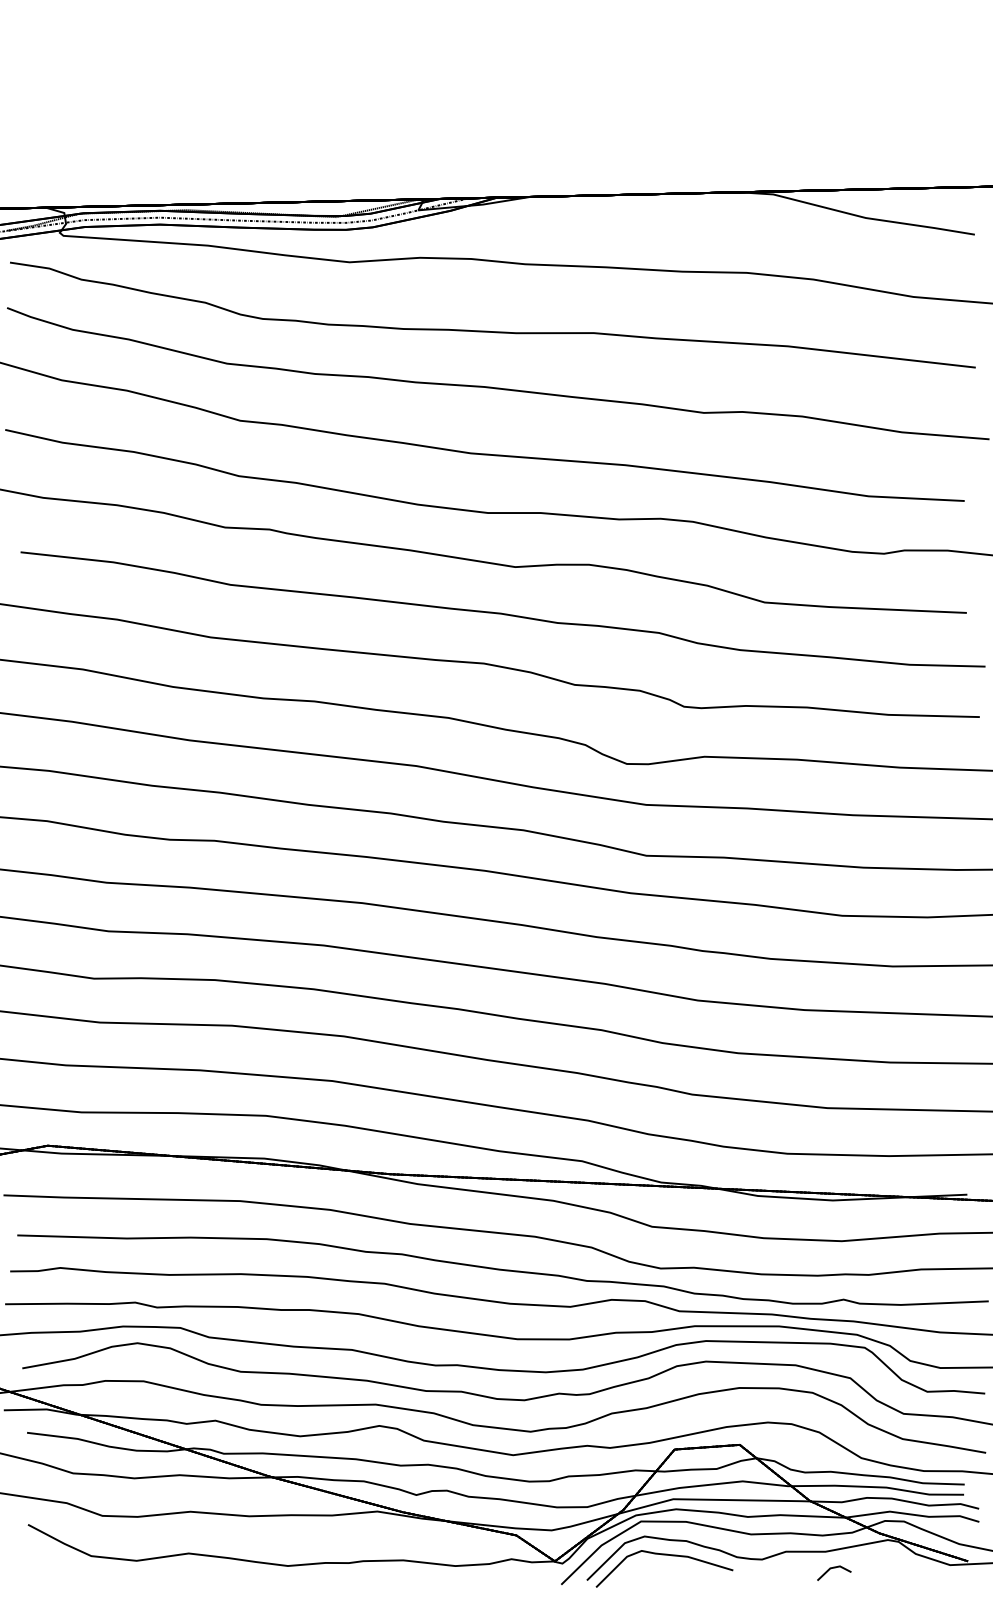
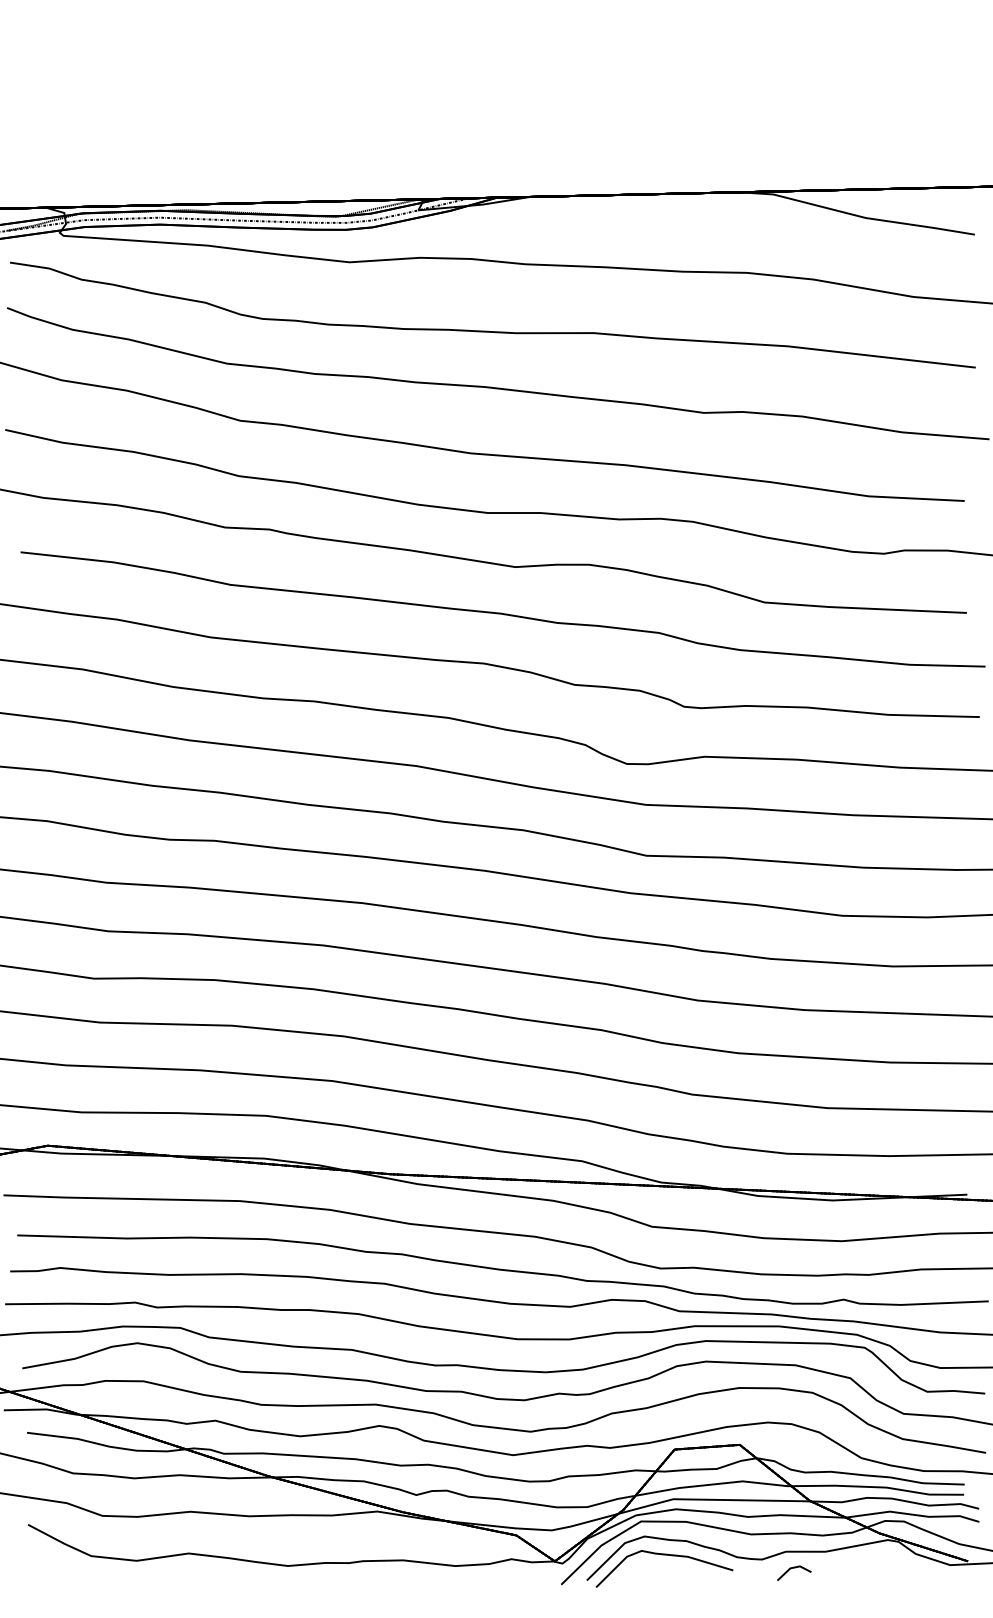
line at (834, 1568) position: (834, 1568) -> (794, 1568)
